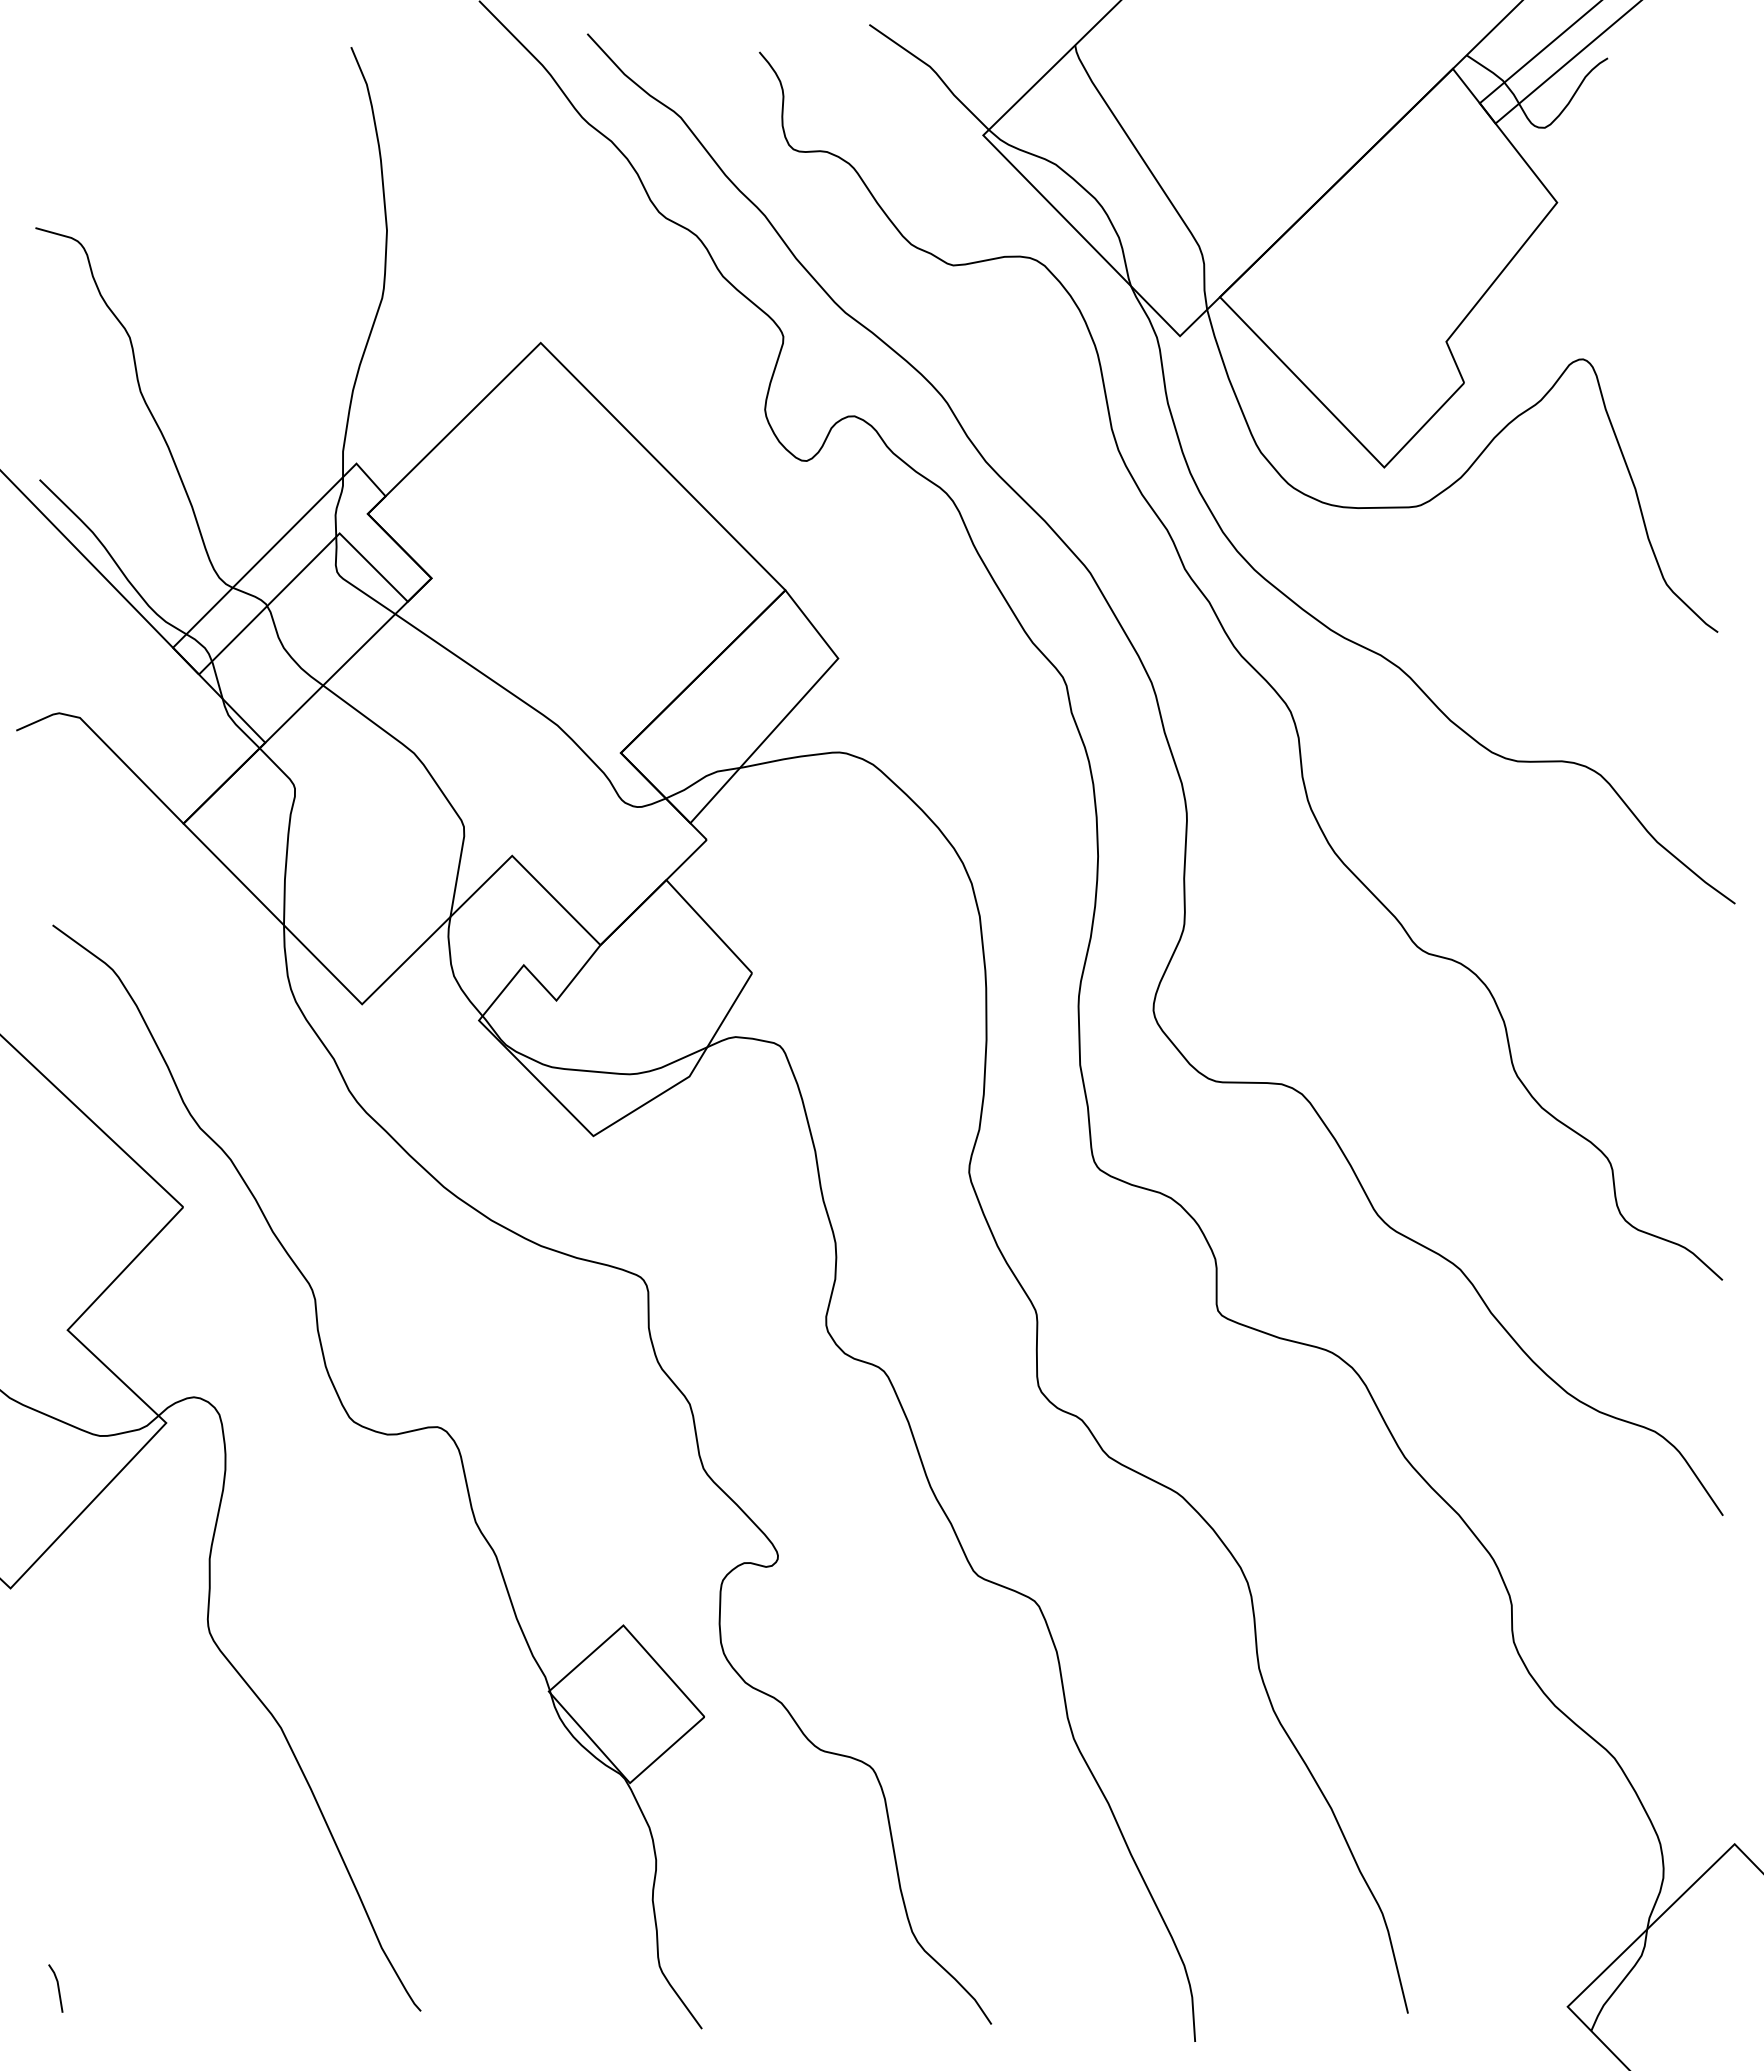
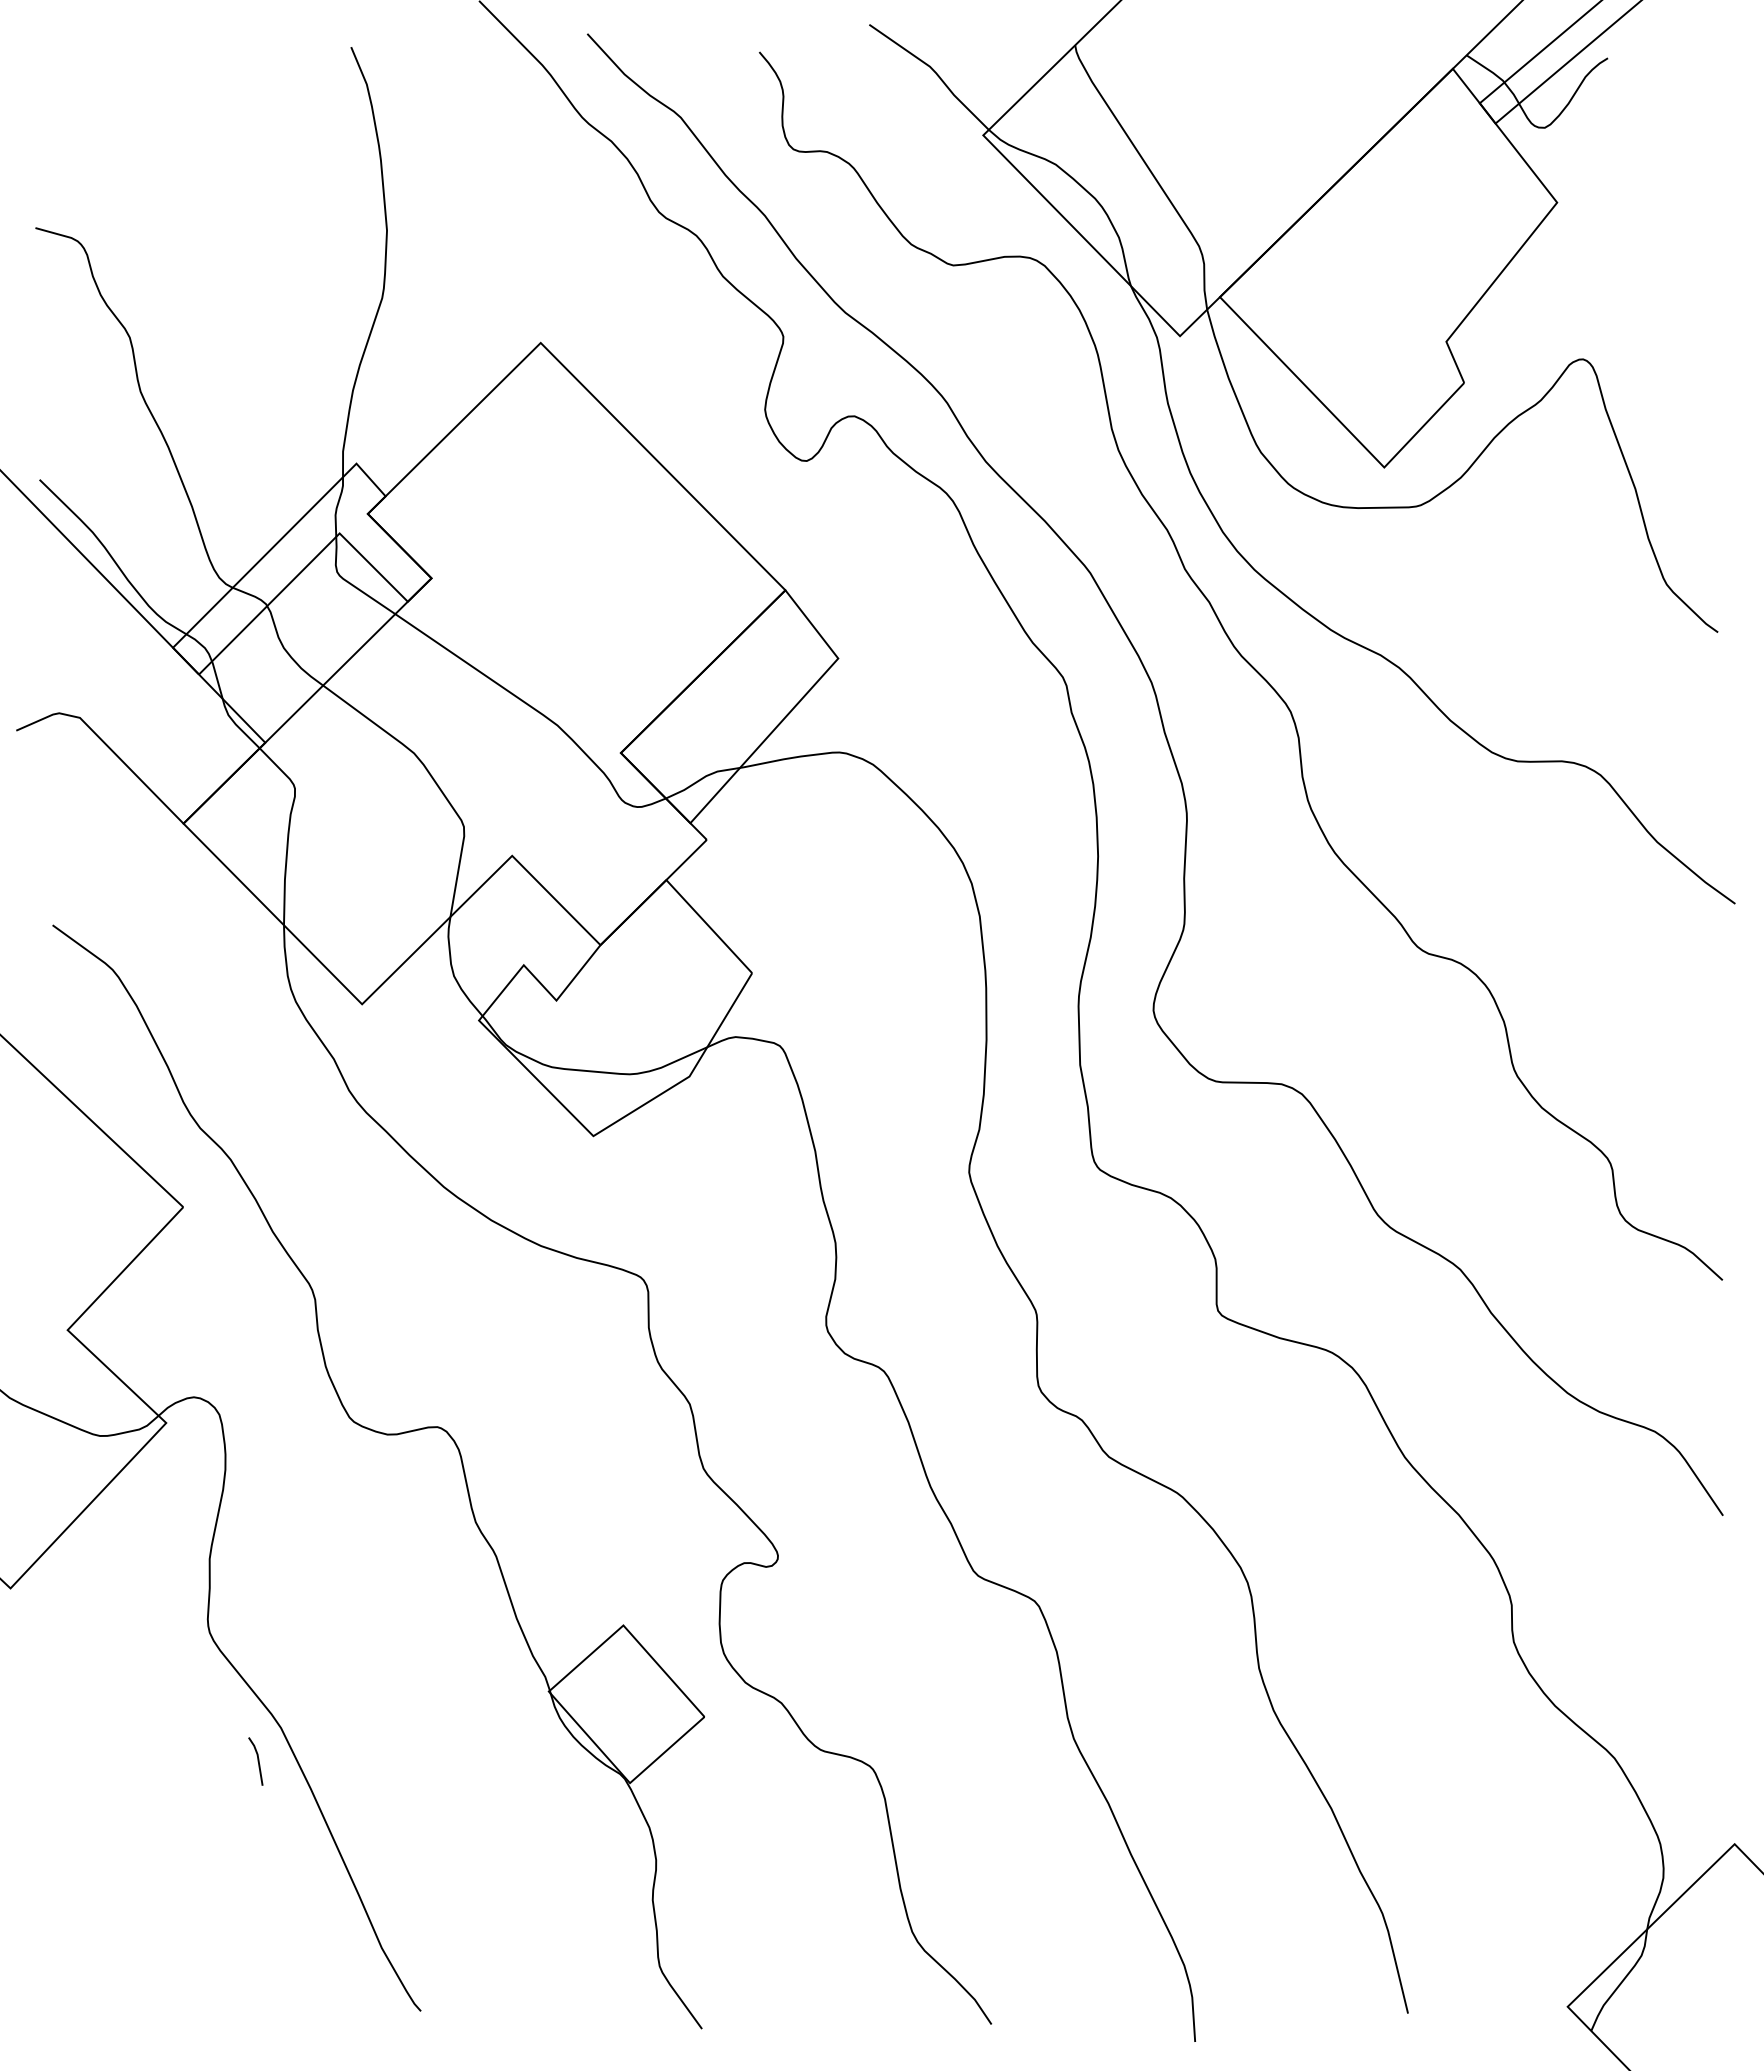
line at (57, 1988) position: (57, 1988) -> (257, 1761)
